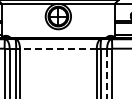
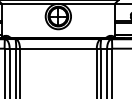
line at (57, 48): dashed -> solid
line at (107, 73): dashed -> solid
